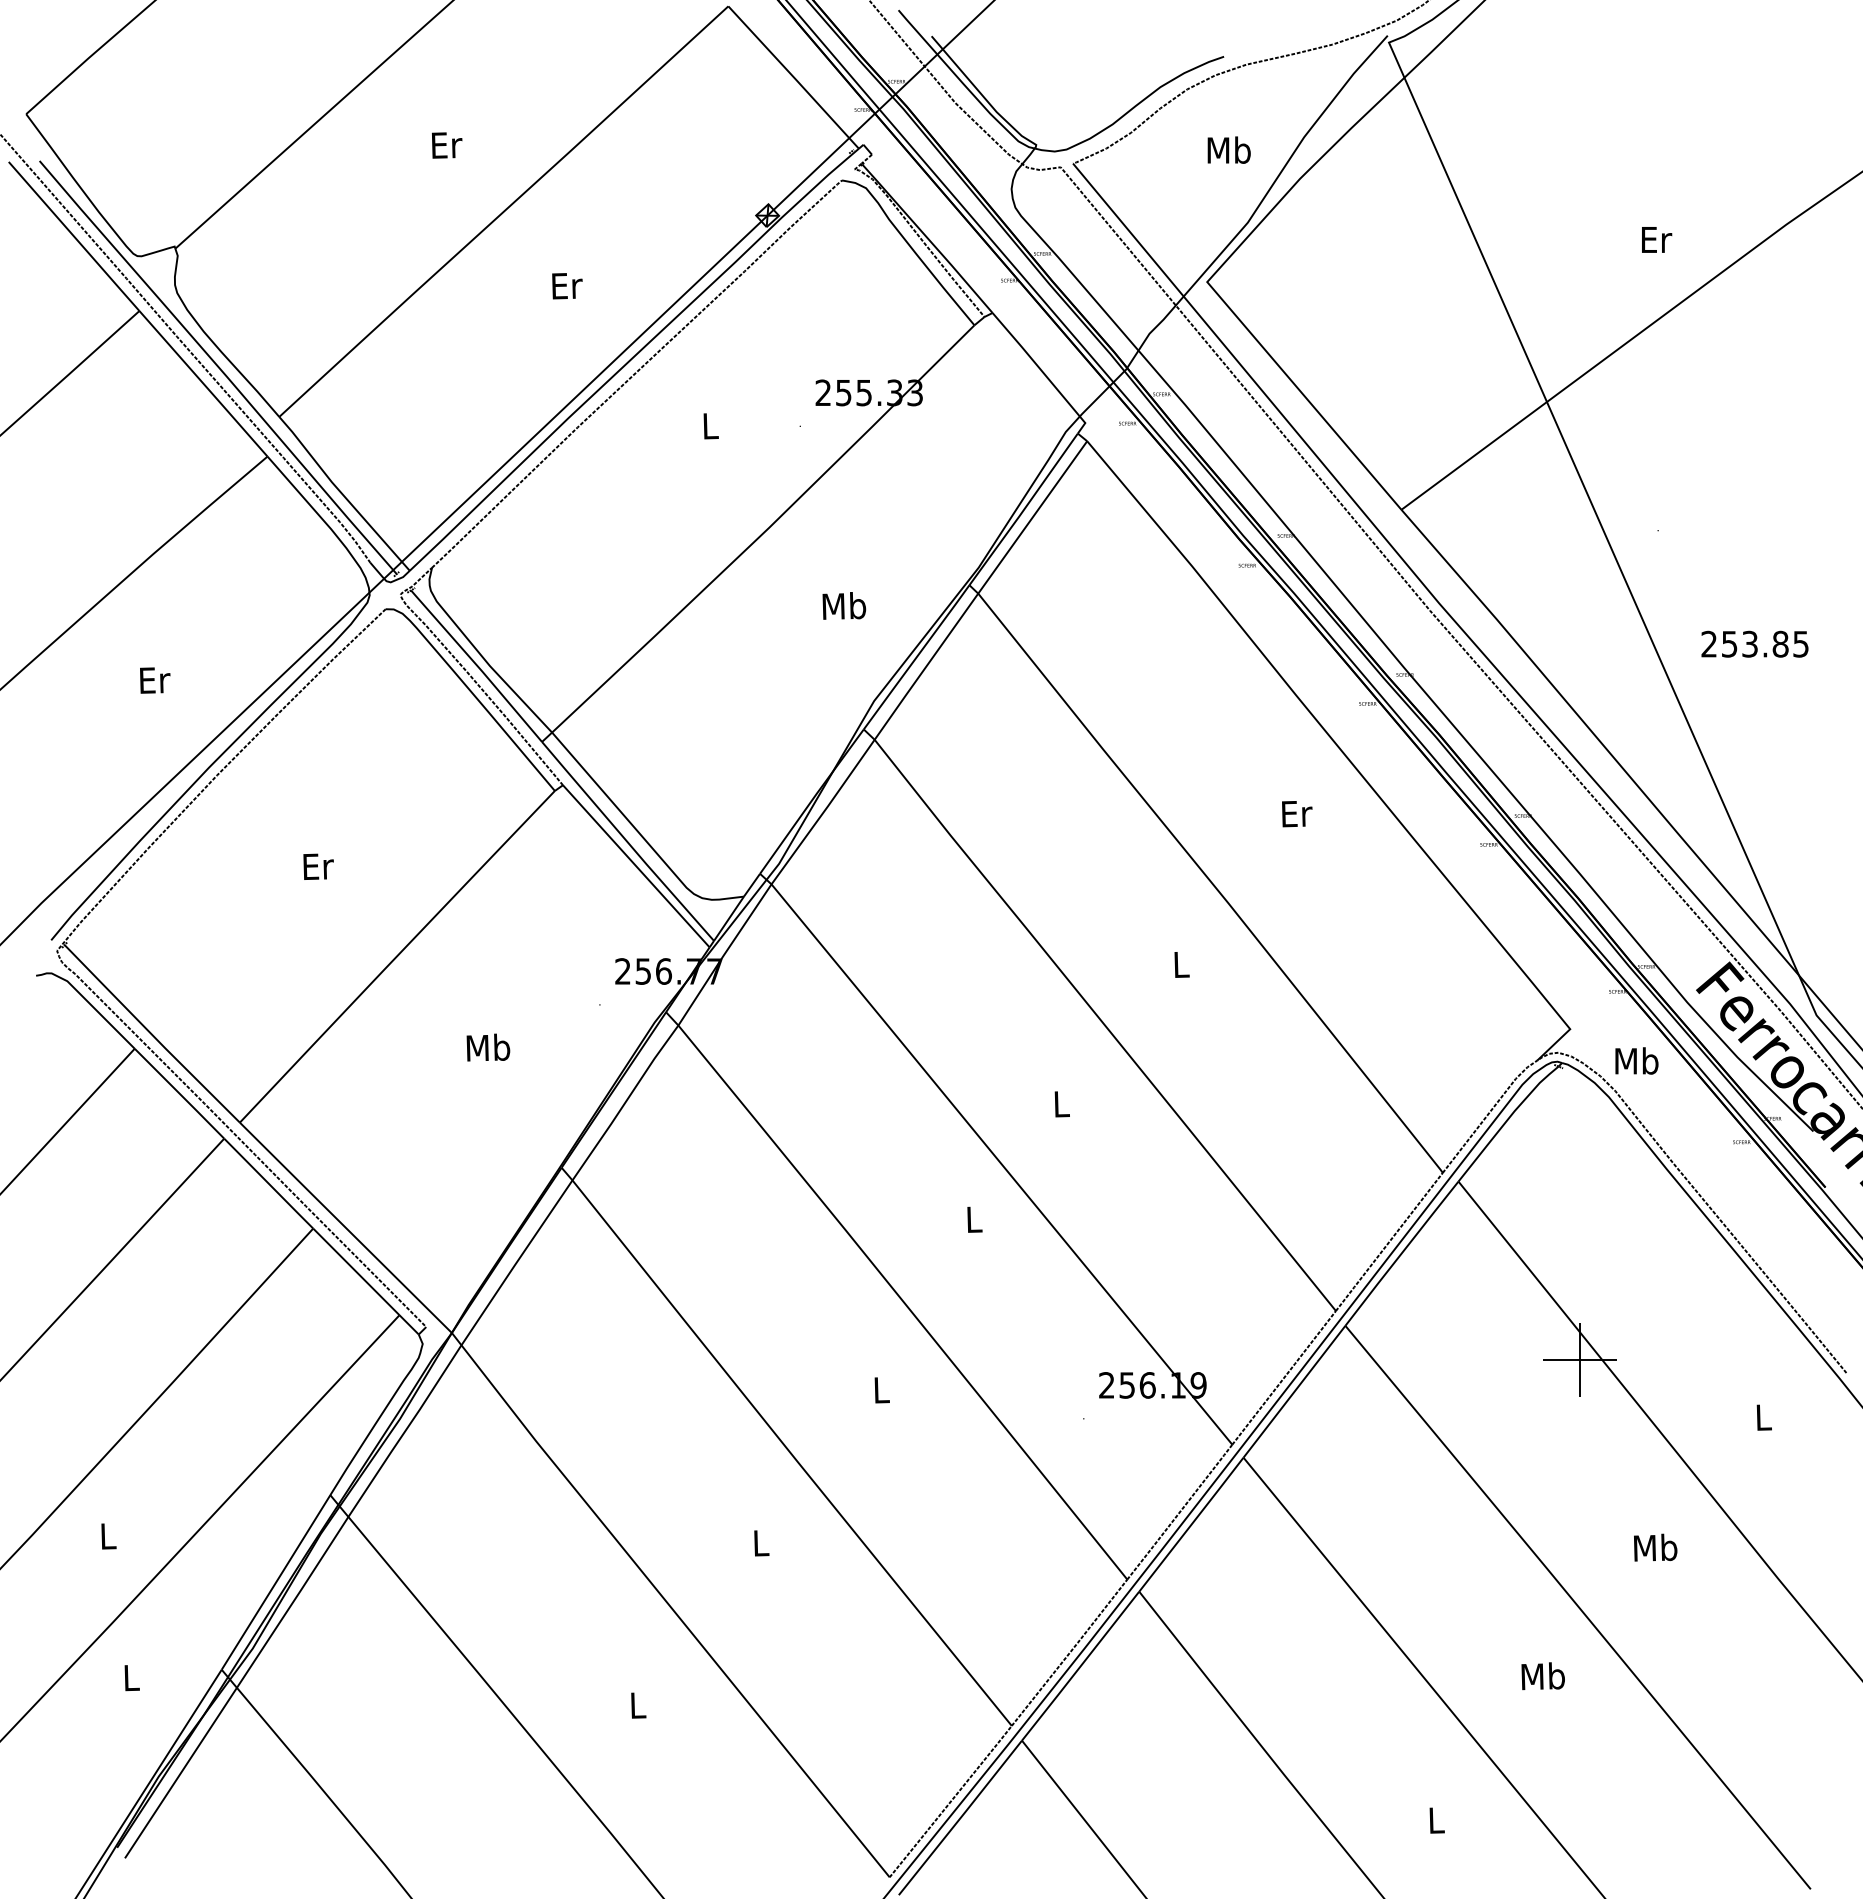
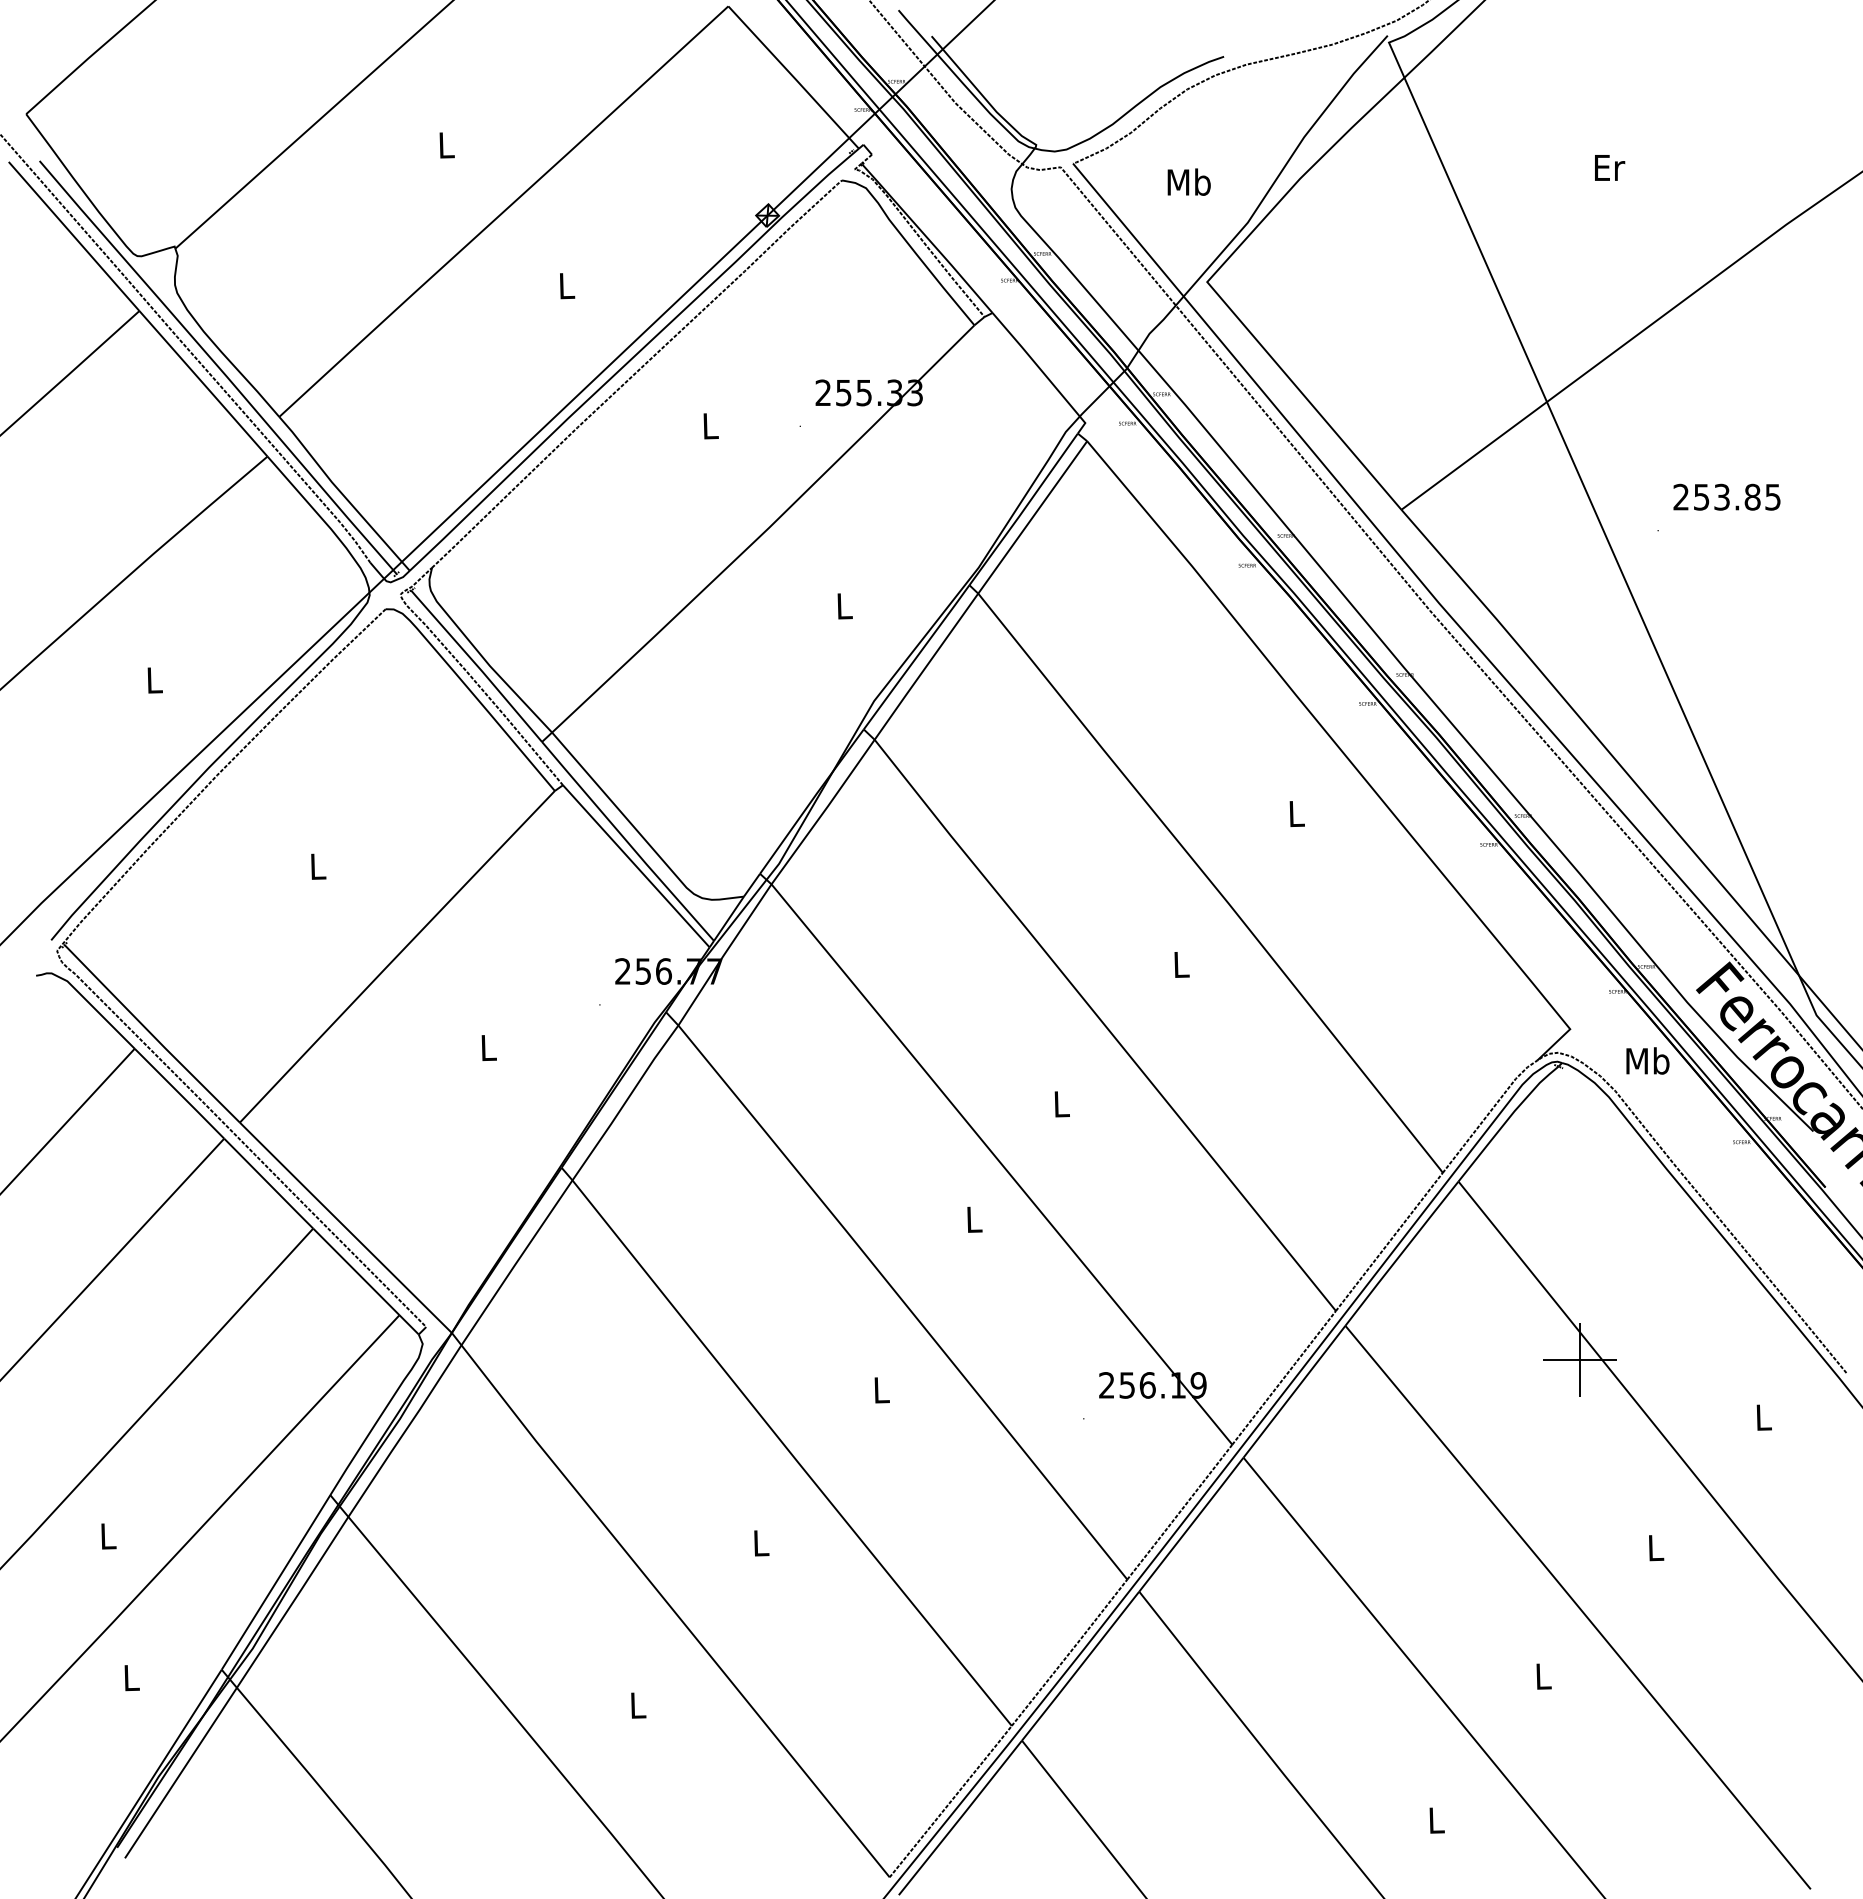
text at (446, 145): Er -> L
text at (1228, 149) position: (1228, 149) -> (1188, 181)
text at (1657, 239) position: (1657, 239) -> (1610, 167)
text at (567, 286): Er -> L
text at (844, 605): Mb -> L
text at (1754, 643) position: (1754, 643) -> (1726, 496)
text at (155, 680): Er -> L
text at (1297, 814): Er -> L
text at (318, 866): Er -> L
text at (488, 1047): Mb -> L
text at (1636, 1060) position: (1636, 1060) -> (1647, 1060)
text at (1655, 1547): Mb -> L
text at (1542, 1676): Mb -> L
